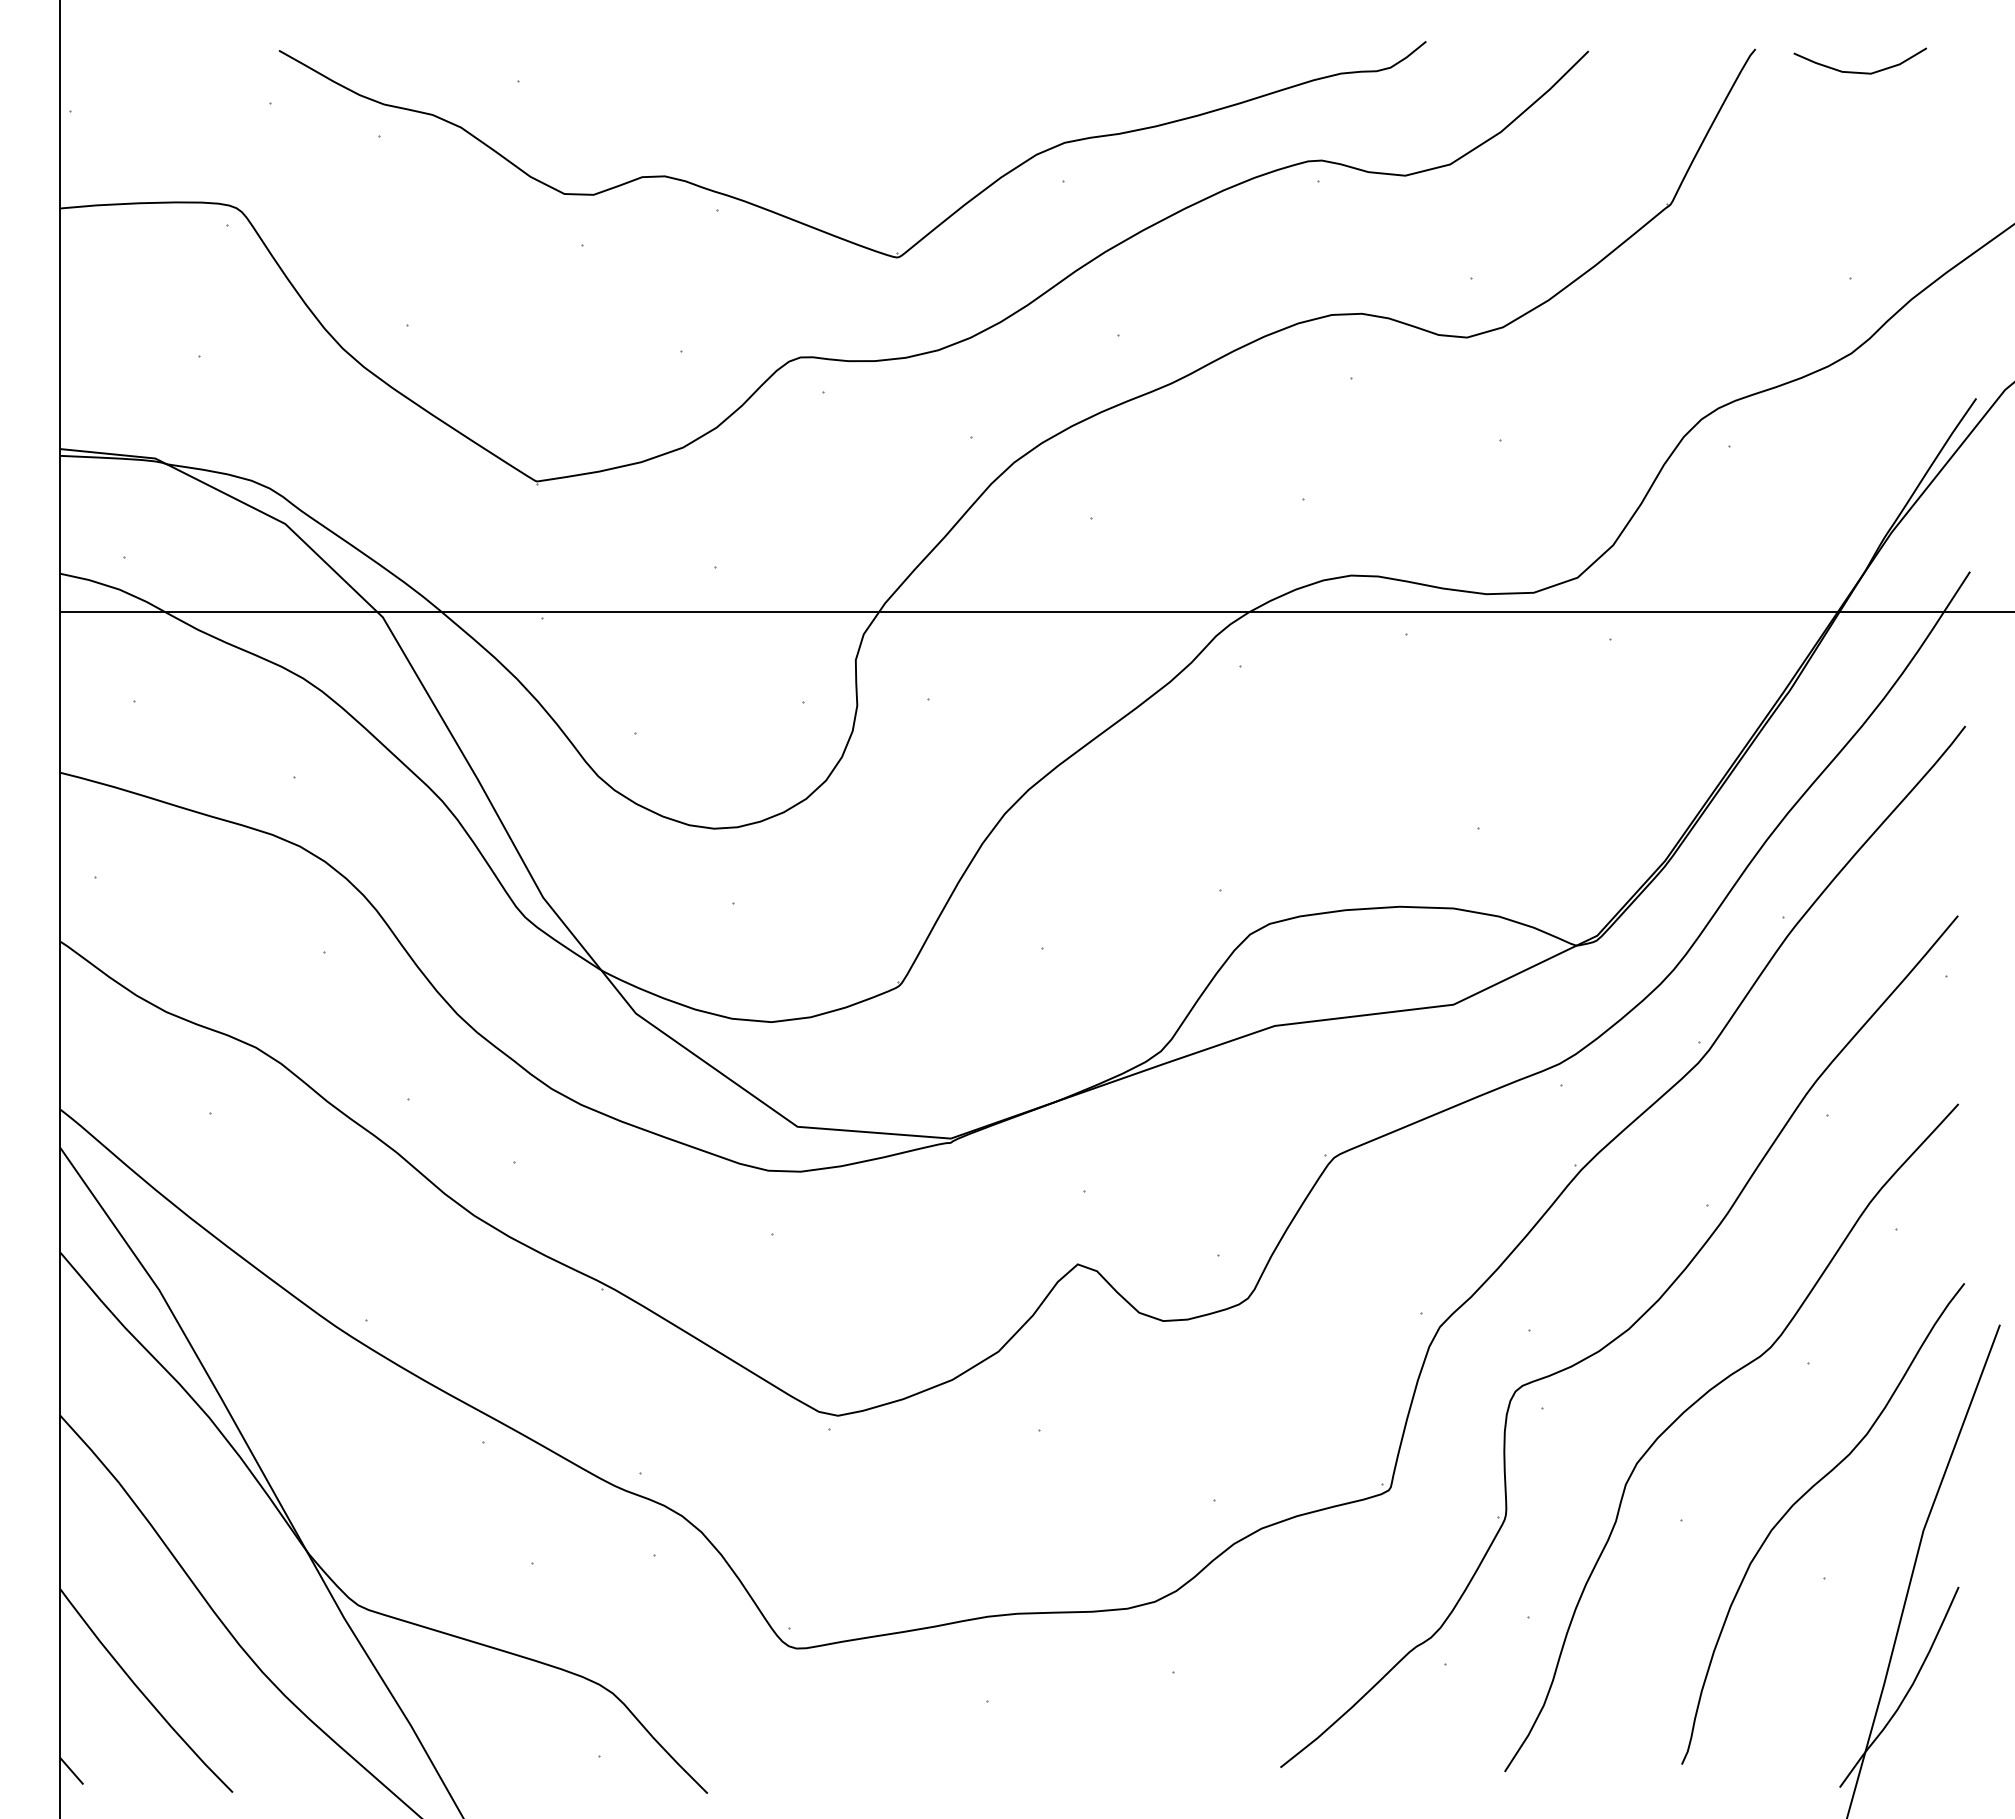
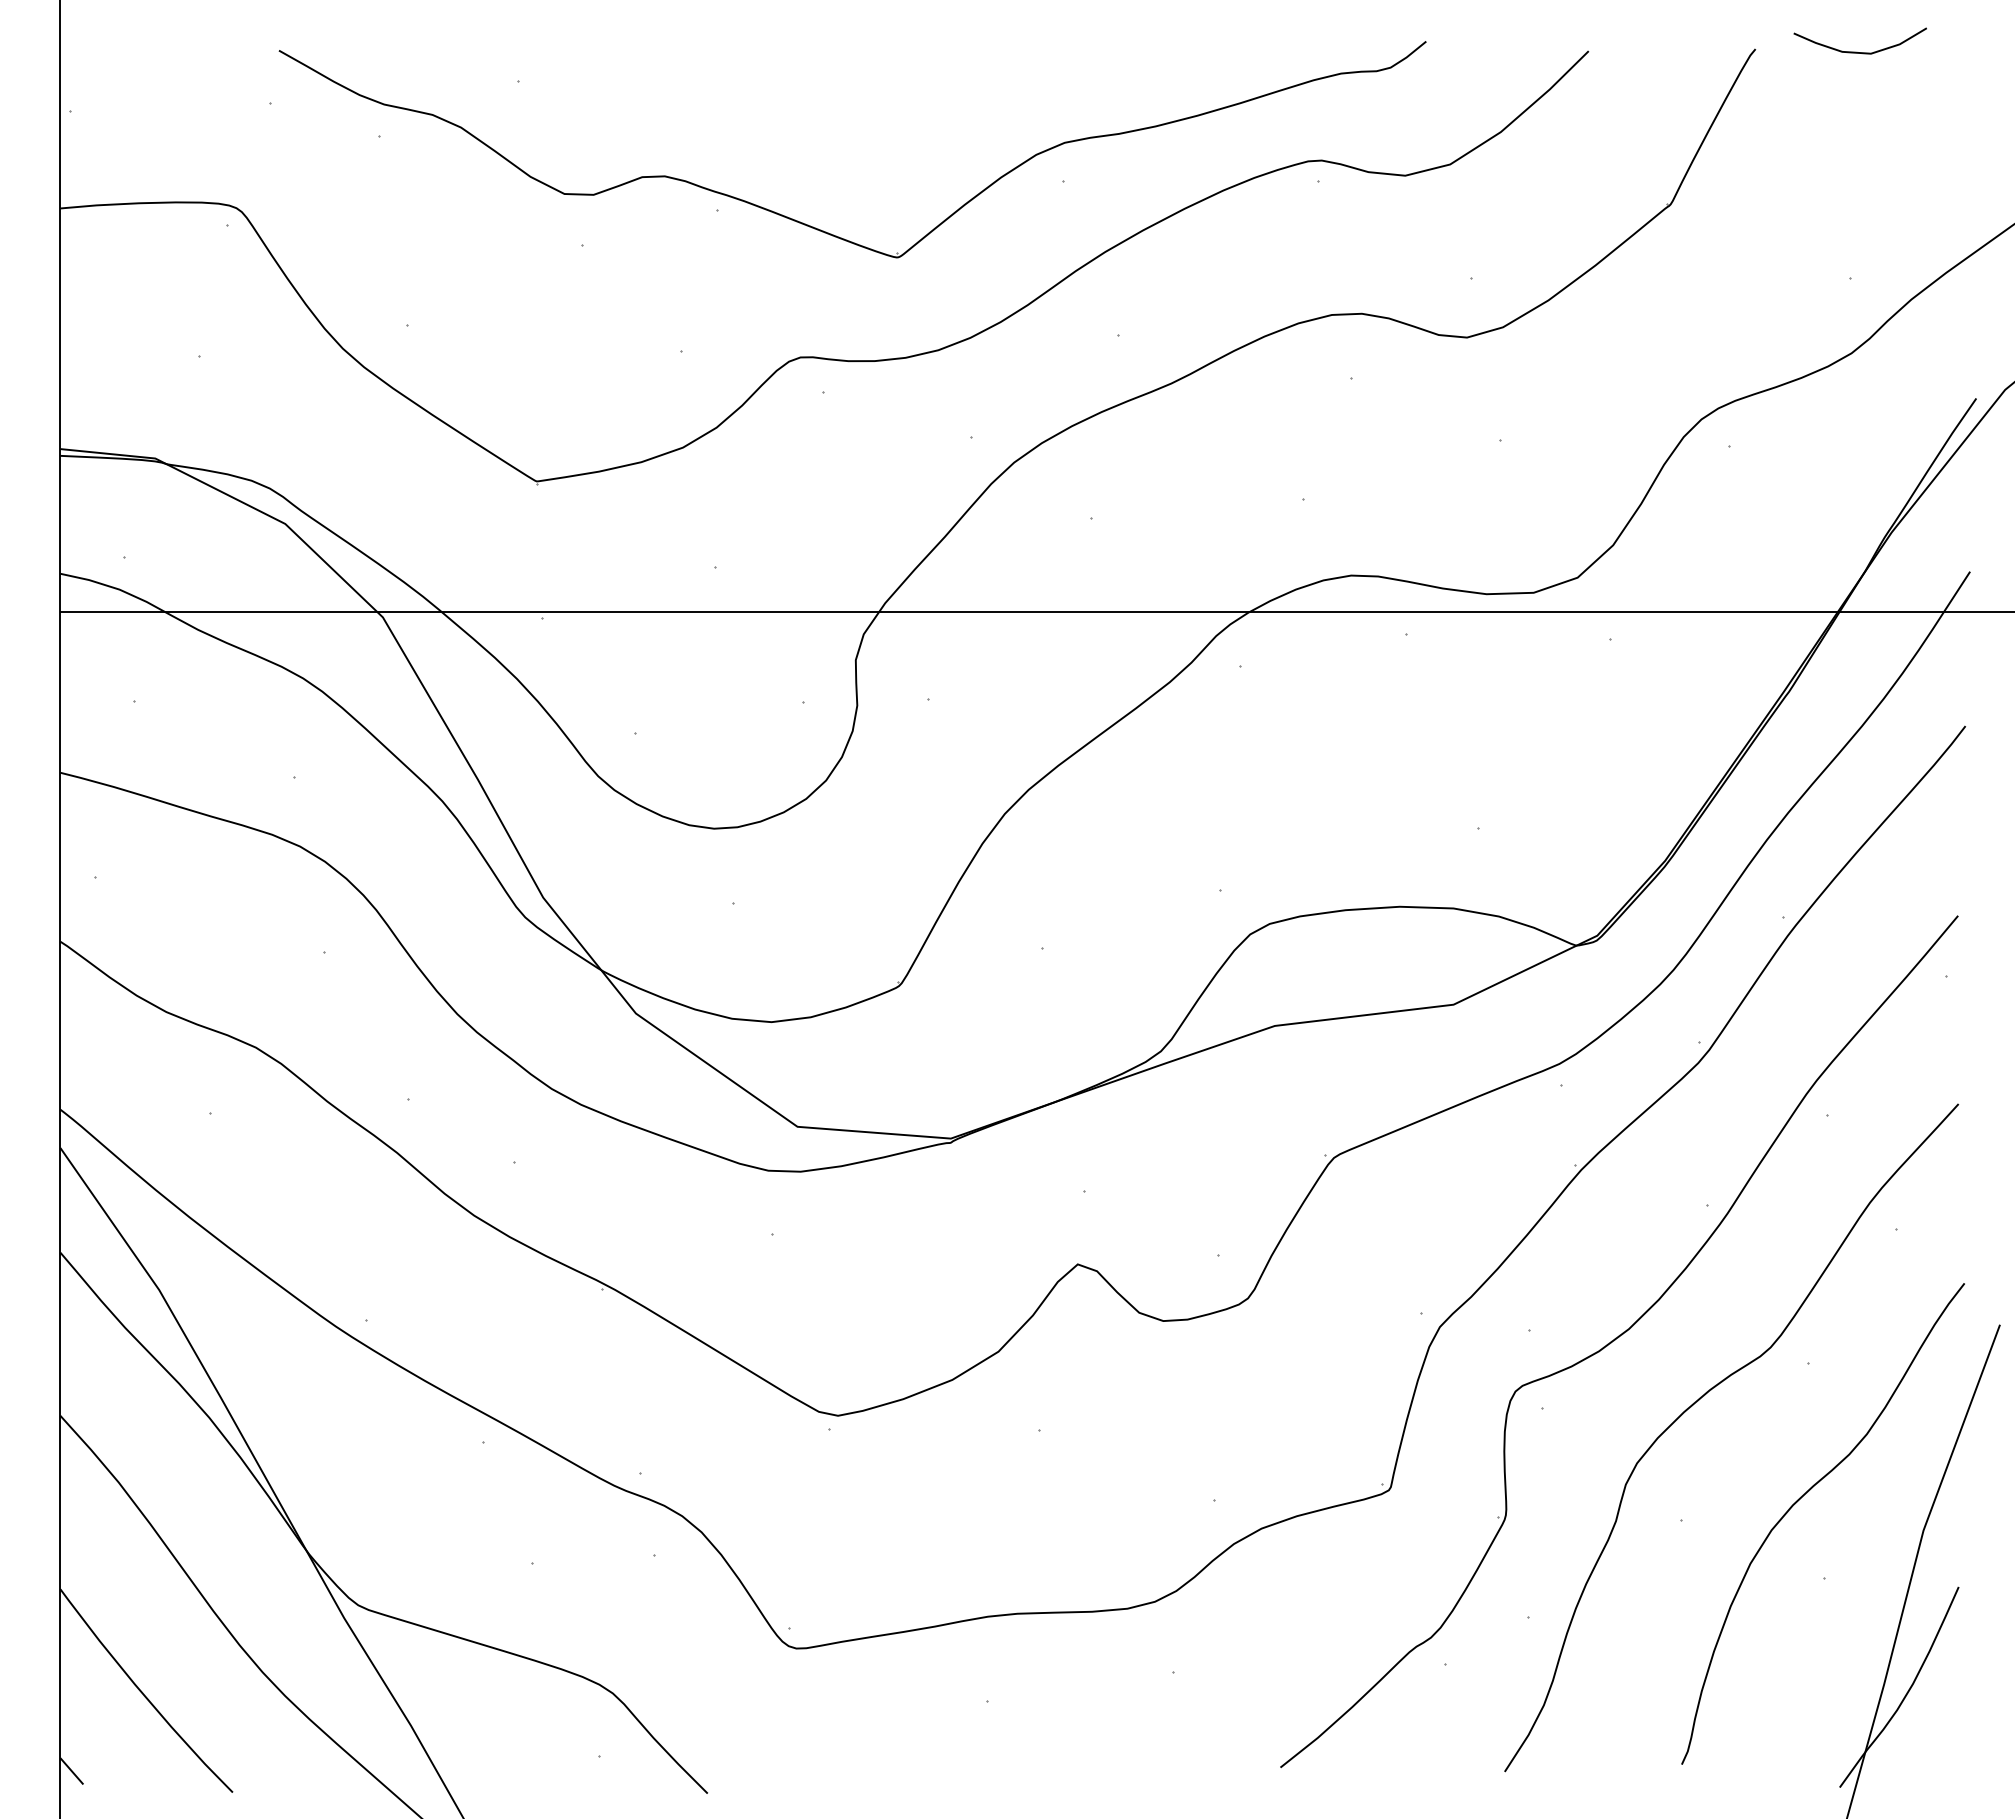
curve at (1857, 71) position: (1857, 71) -> (1857, 51)
